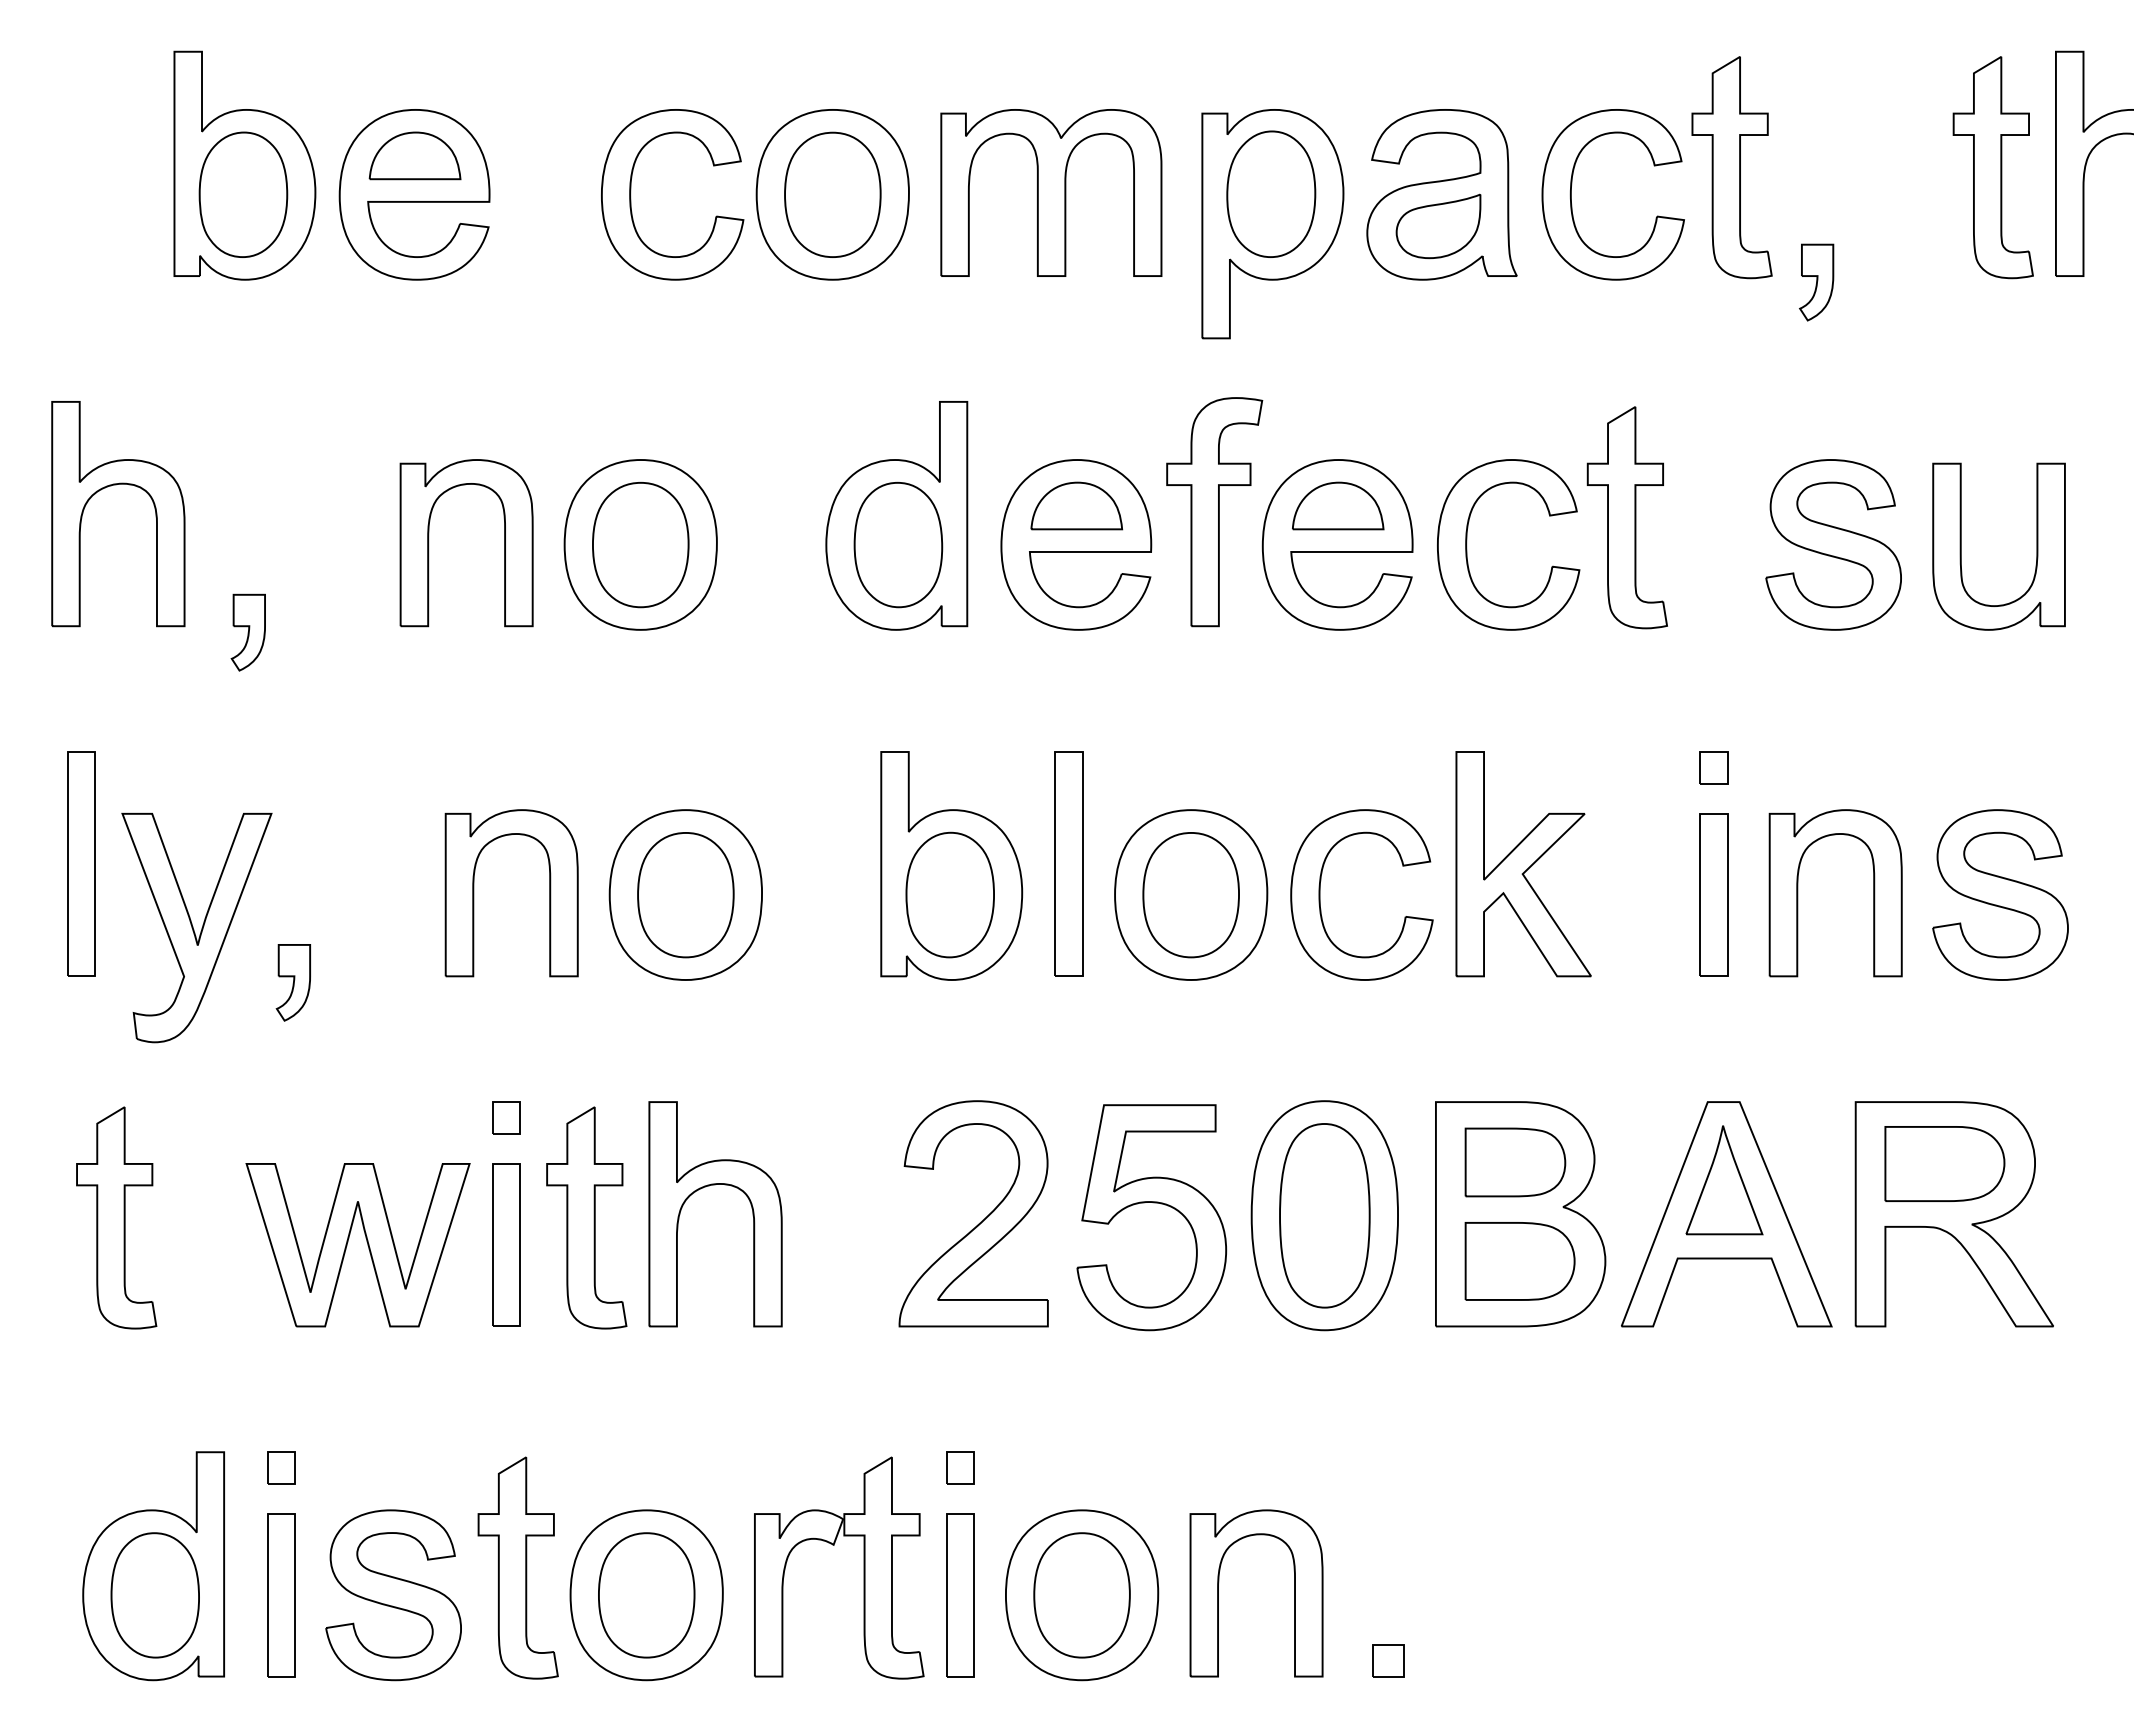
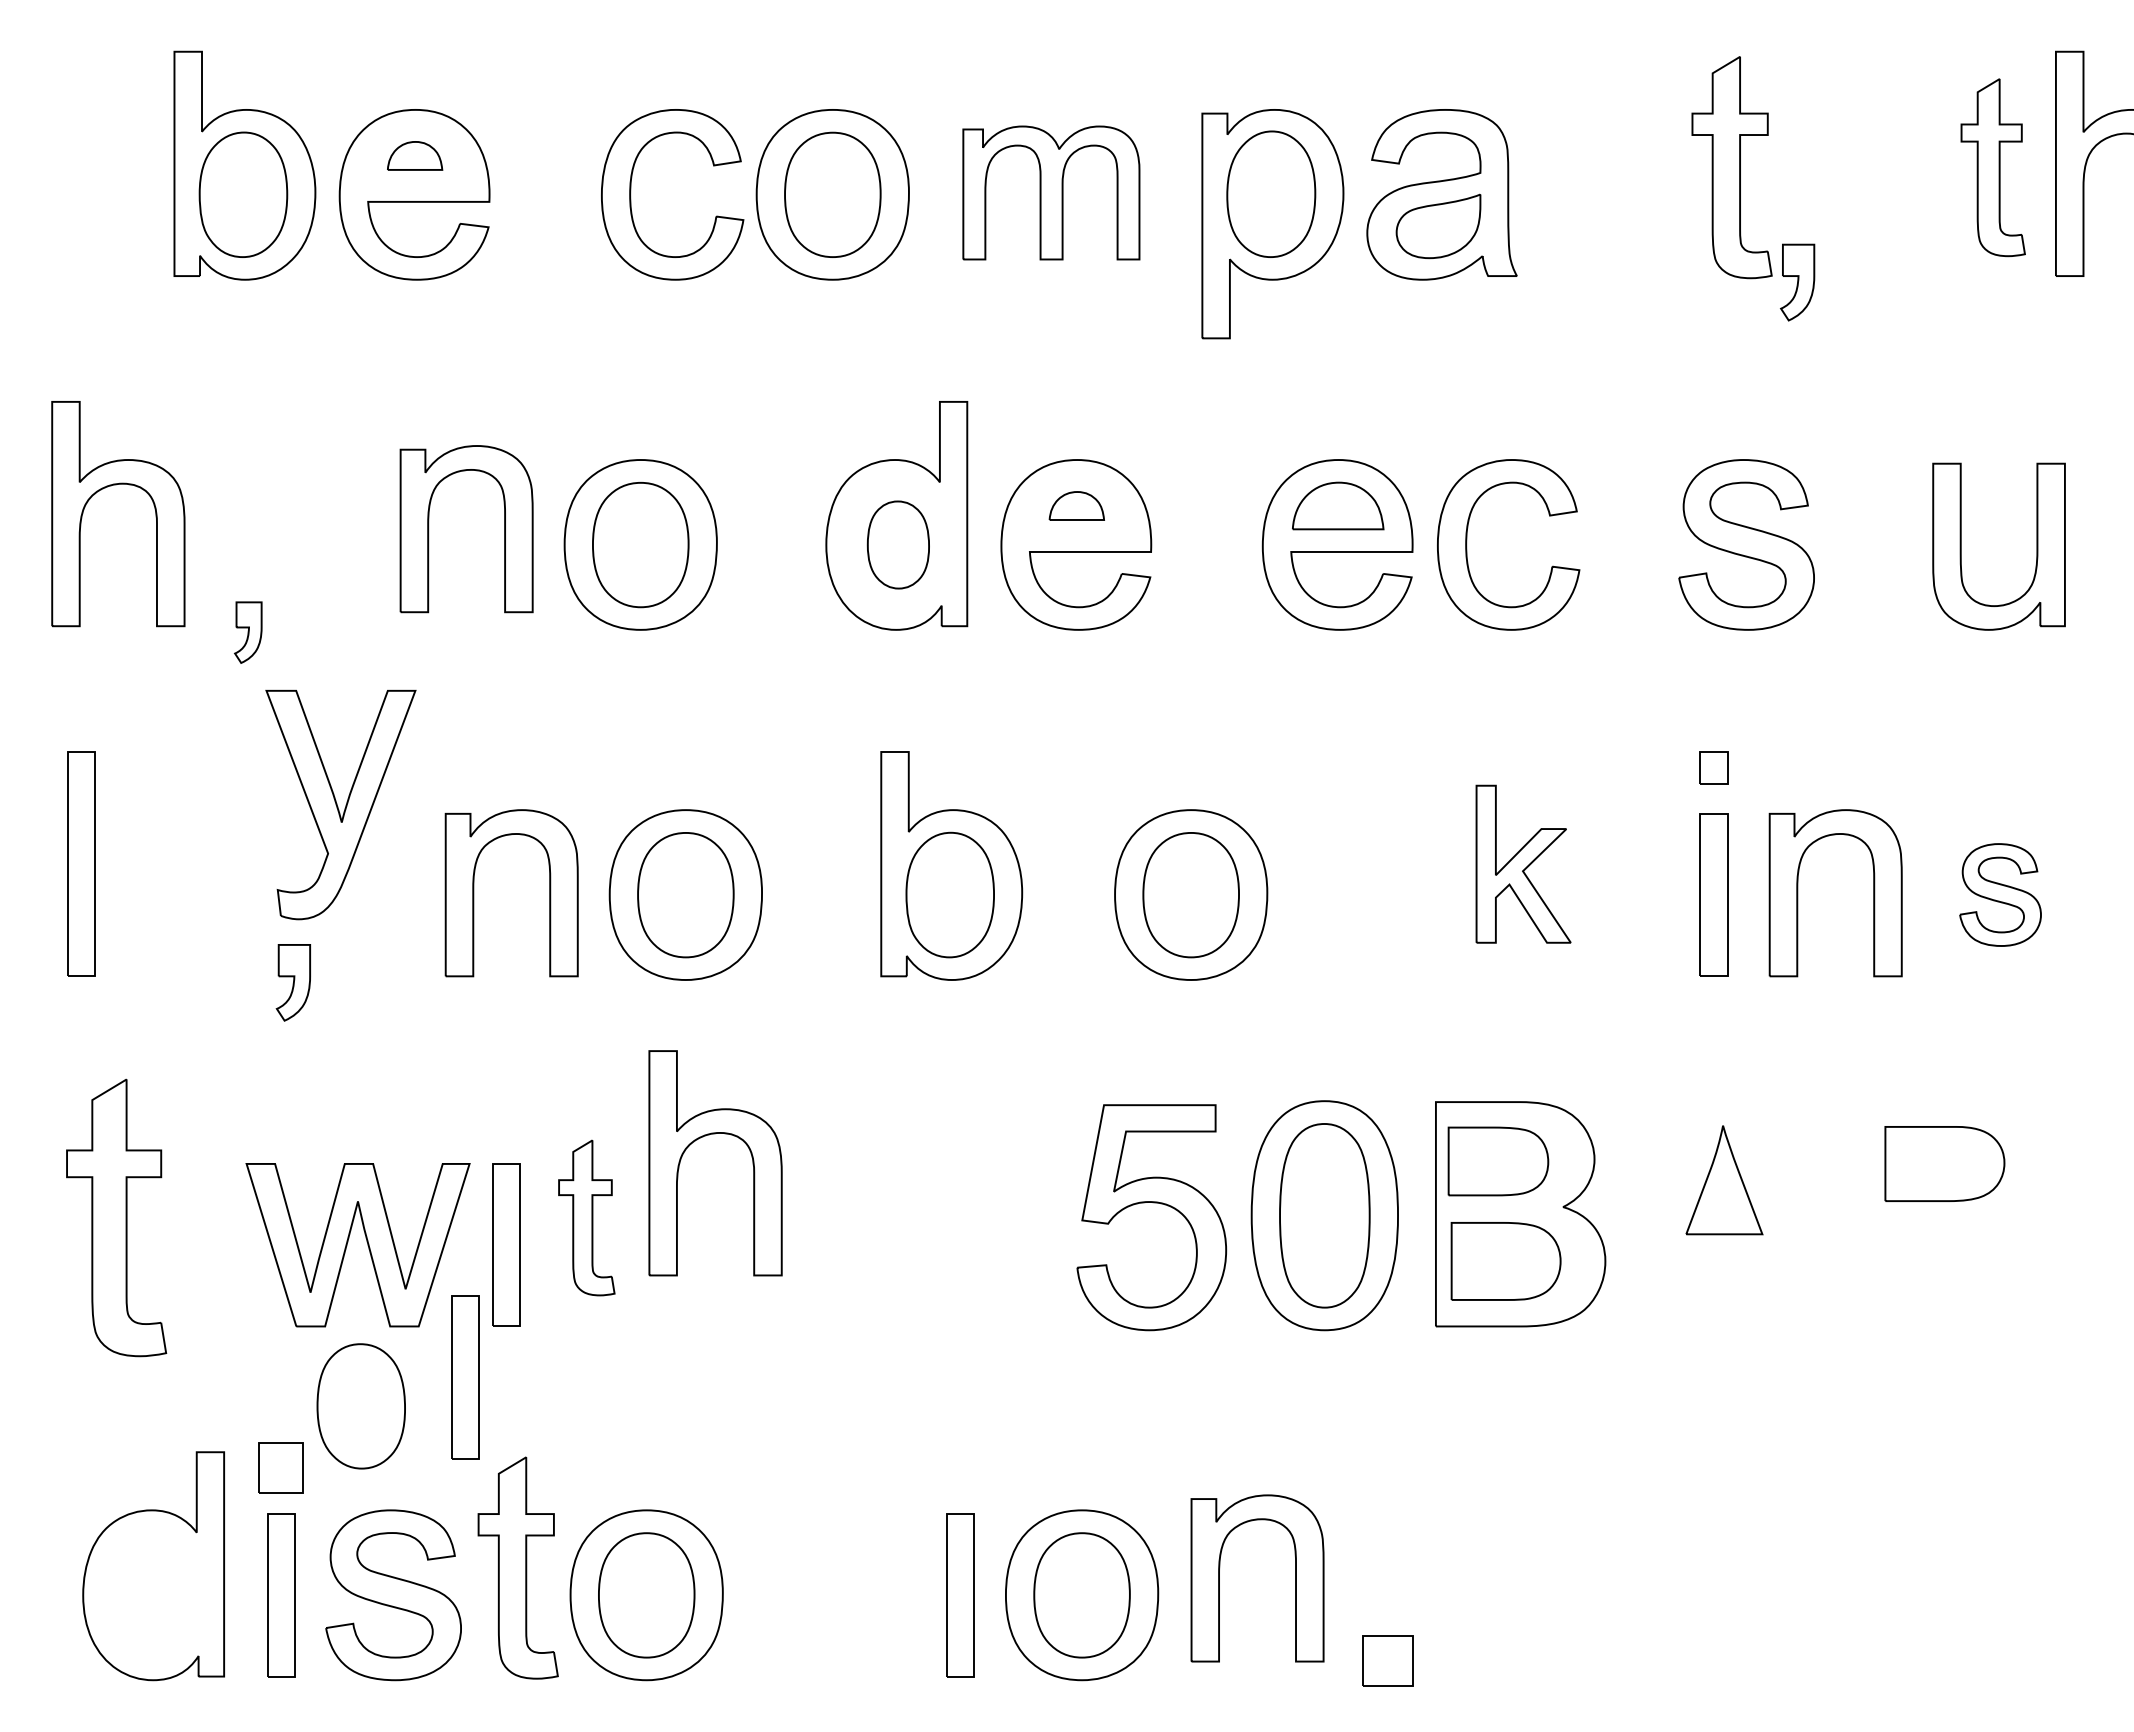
part at (414, 155) size: 94x50 px -> 57x30 px
part at (1992, 167) size: 82x224 px -> 66x180 px
part at (1051, 192) size: 223x168 px -> 179x136 px
part at (1571, 194): present -> none
part at (1816, 282) position: (1816, 282) -> (1797, 282)
part at (1076, 505) size: 94x50 px -> 57x30 px
part at (1214, 512): present -> none
part at (1626, 517): present -> none
part at (429, 543) position: (429, 543) -> (429, 529)
part at (898, 544) size: 91x128 px -> 64x90 px
part at (1833, 544) position: (1833, 544) -> (1746, 544)
part at (247, 632) size: 36x79 px -> 29x63 px
part at (1068, 863): present -> none
part at (1523, 864) size: 137x227 px -> 97x160 px
part at (1320, 894): present -> none
part at (2000, 894) size: 137x172 px -> 83x104 px
part at (196, 927) position: (196, 927) -> (340, 804)
part at (506, 1117): present -> none
part at (1515, 1162) position: (1515, 1162) -> (1498, 1161)
part at (709, 1186) position: (709, 1186) -> (709, 1135)
part at (1726, 1214): present -> none
part at (1953, 1214): present -> none
part at (116, 1217) size: 82x224 px -> 102x280 px
part at (586, 1217) size: 82x224 px -> 58x158 px
part at (979, 1222): present -> none
part at (1519, 1261) position: (1519, 1261) -> (1505, 1261)
part at (465, 1377): none -> present
part at (281, 1467) size: 29x34 px -> 46x52 px
part at (960, 1467): present -> none
part at (834, 1545): present -> none
part at (1218, 1593) position: (1218, 1593) -> (1219, 1578)
part at (154, 1595) position: (154, 1595) -> (360, 1406)
part at (1388, 1660) size: 33x34 px -> 52x52 px
